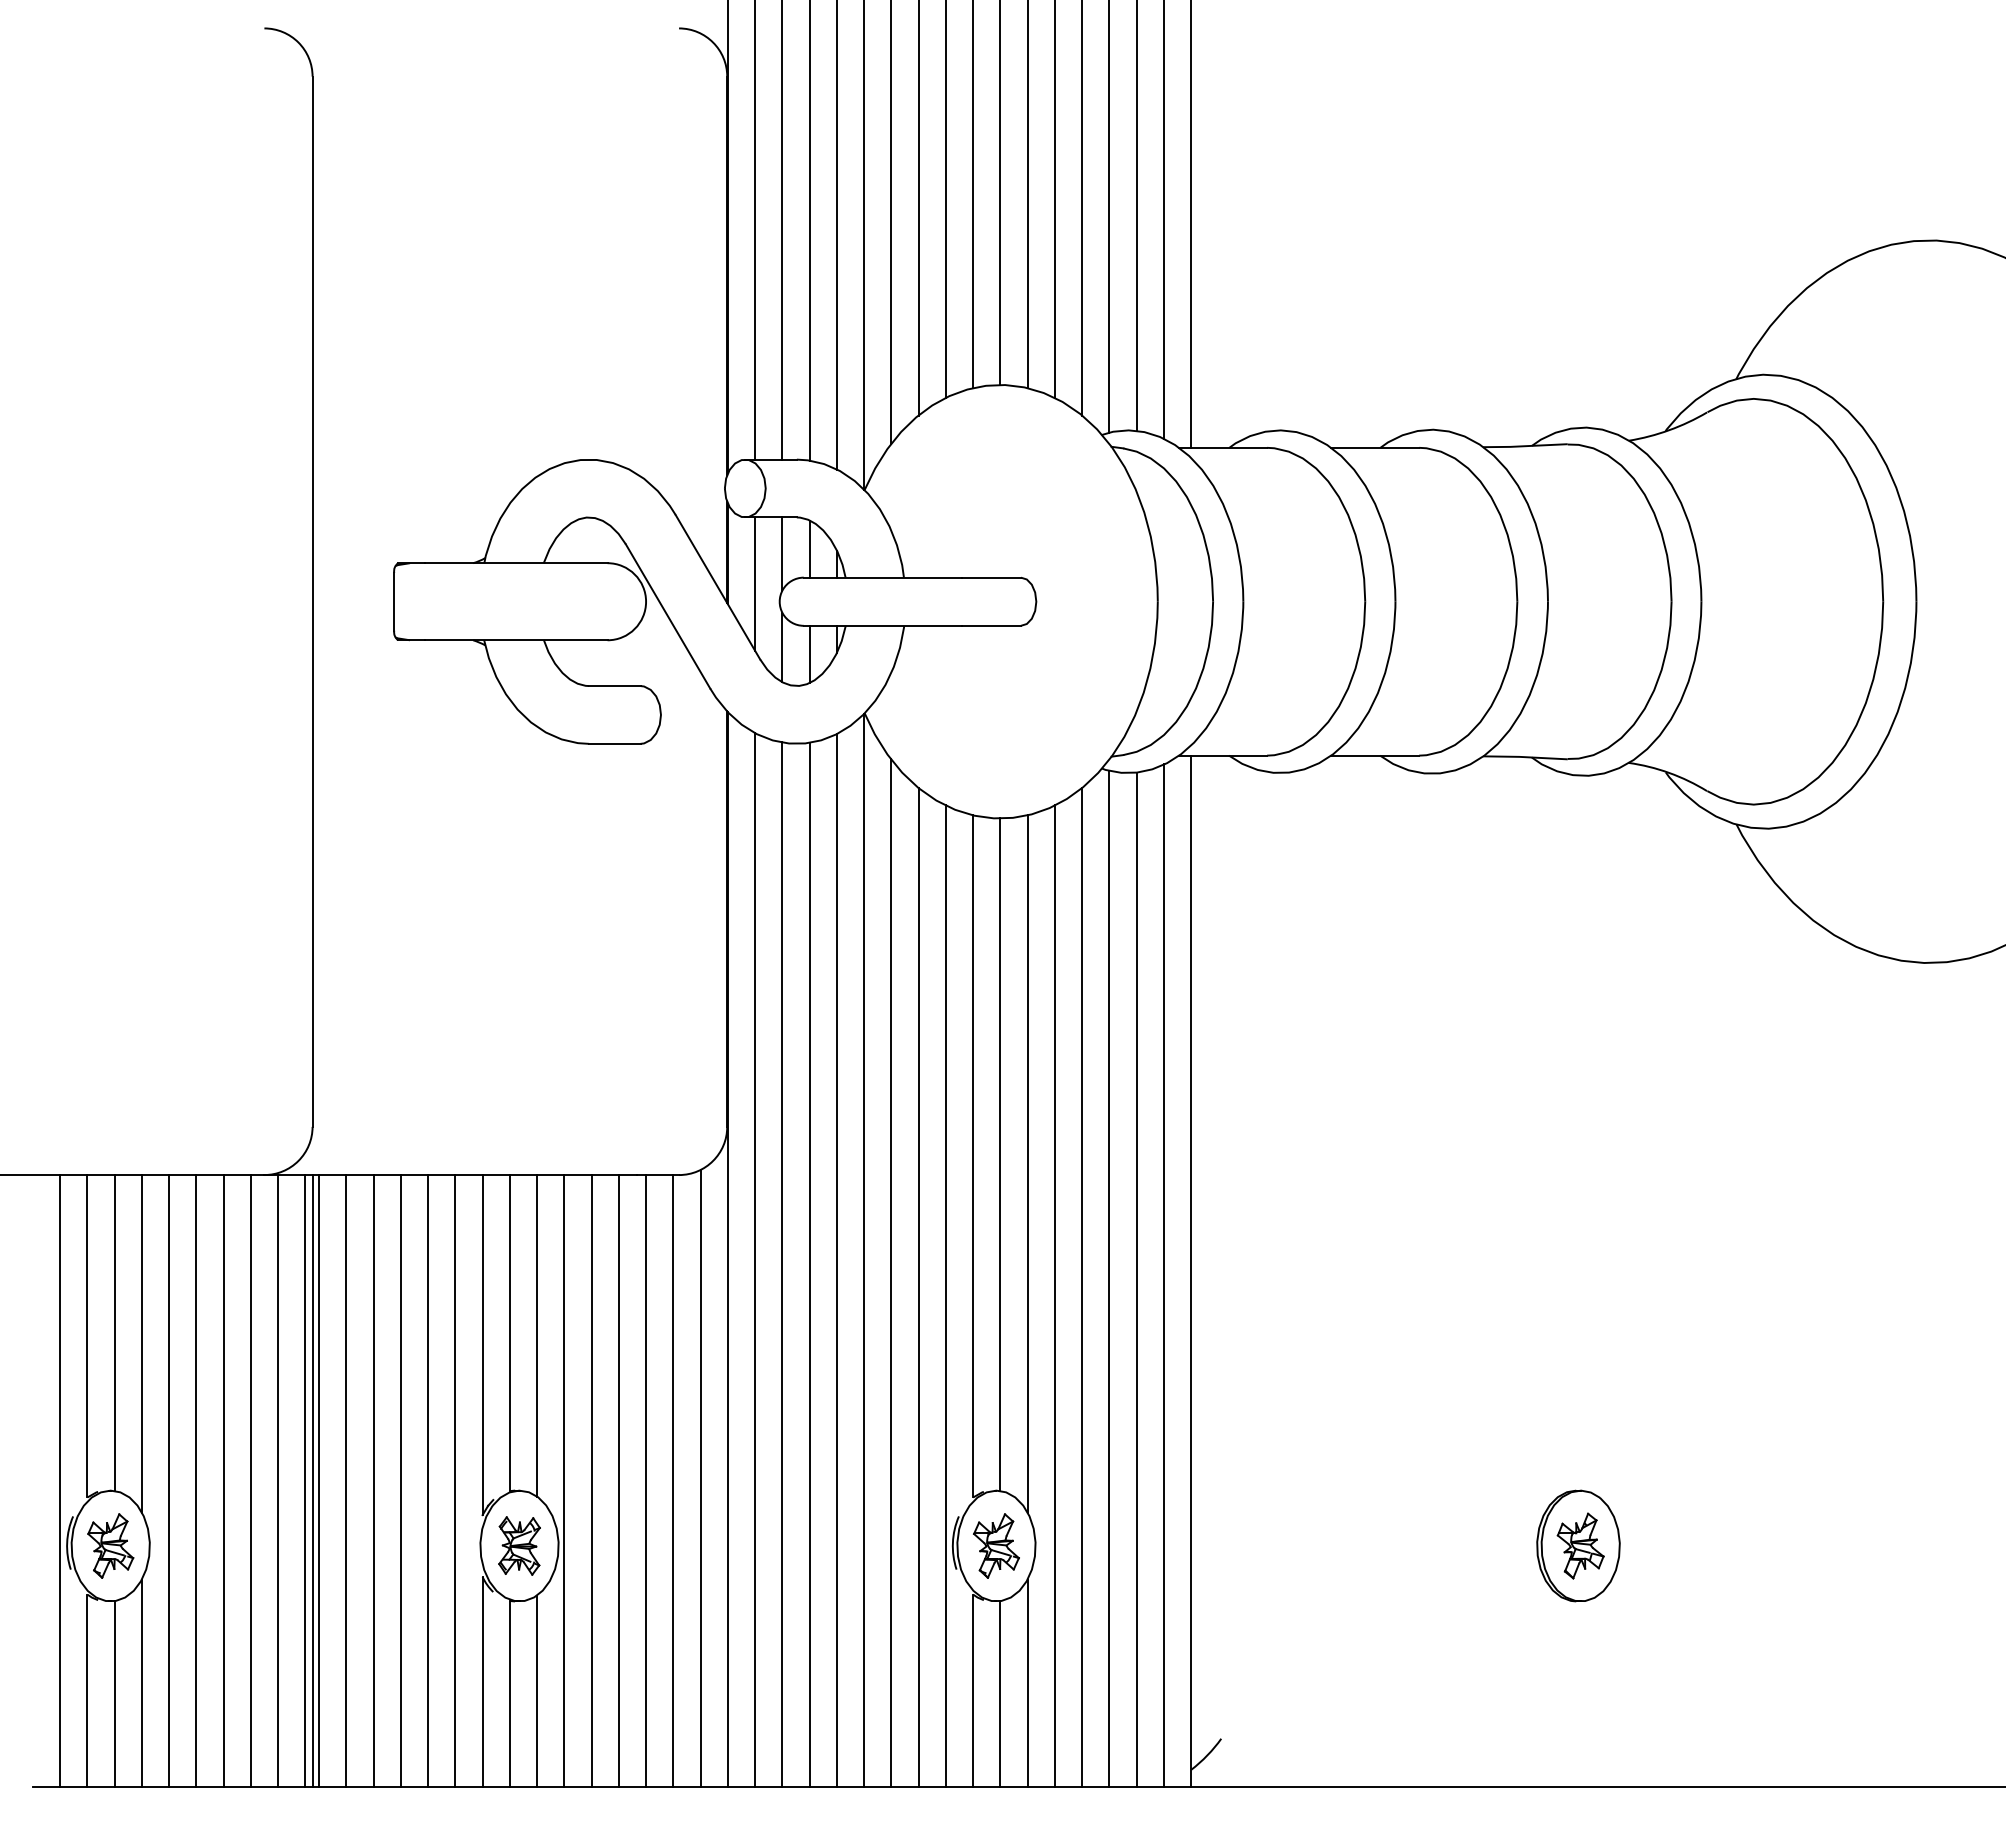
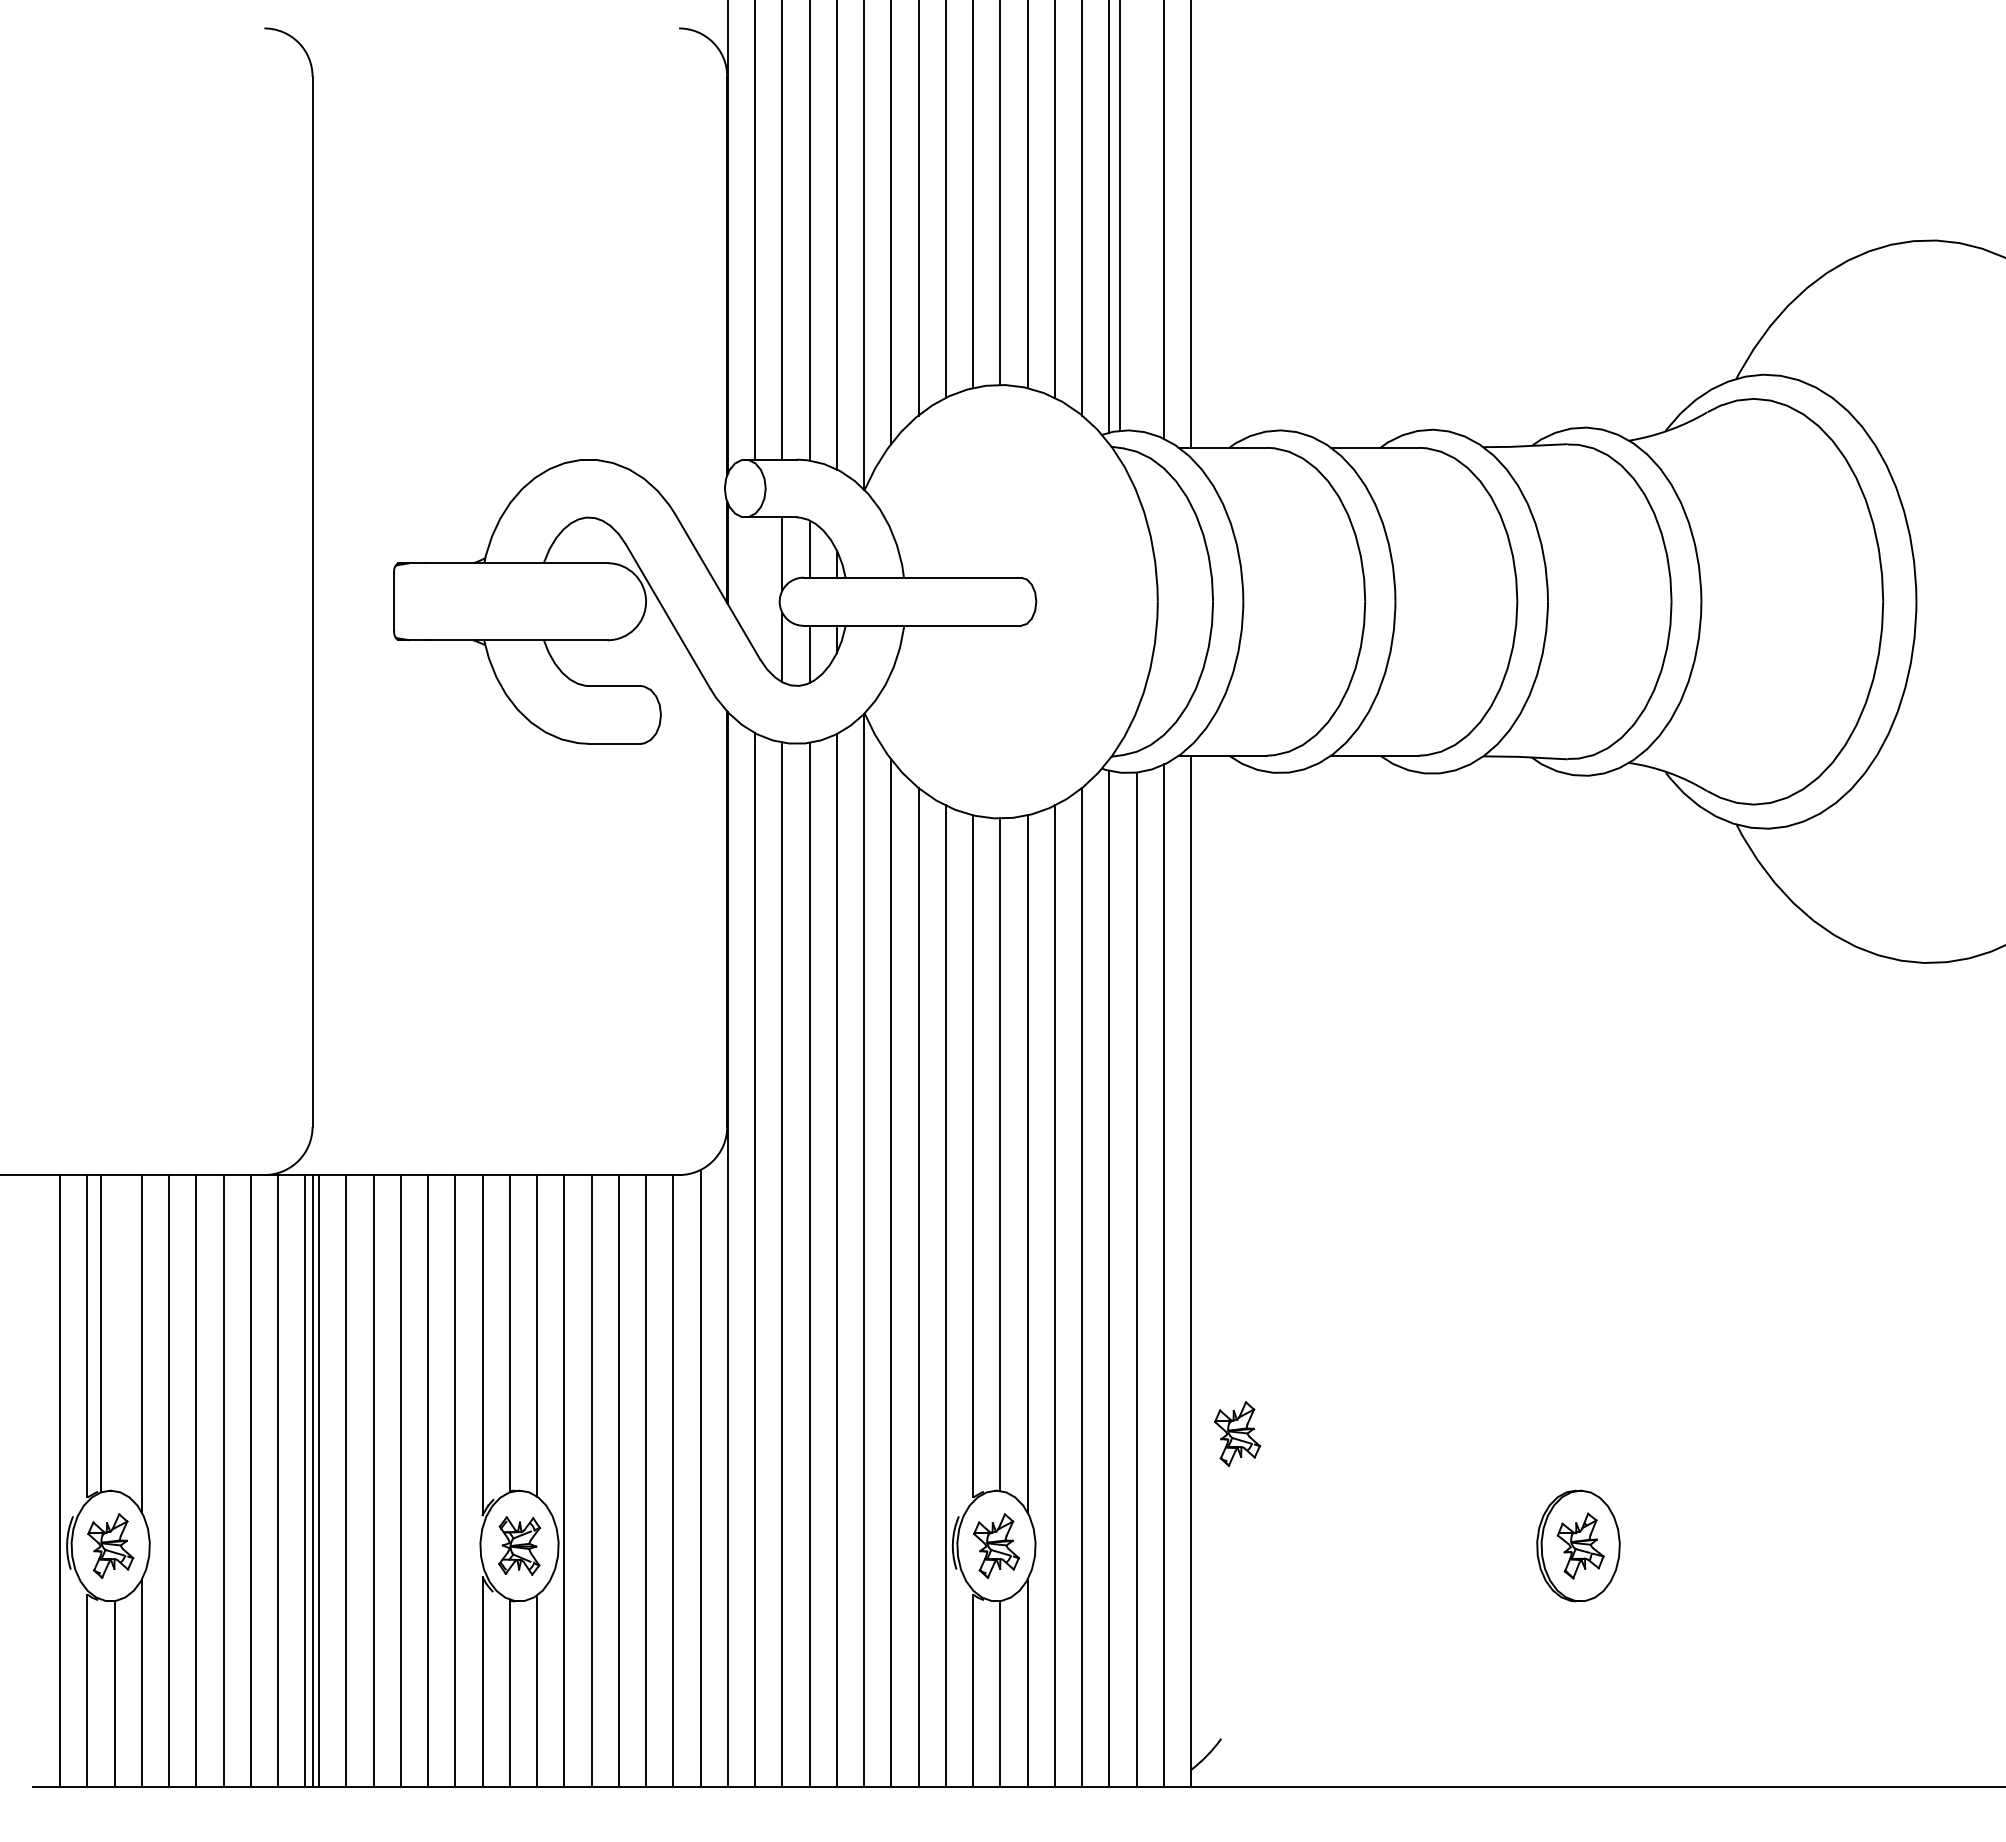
line at (1136, 216) position: (1136, 216) -> (1119, 216)
line at (755, 583): present -> none
line at (114, 1332) position: (114, 1332) -> (100, 1332)
part at (1237, 1433): none -> present
